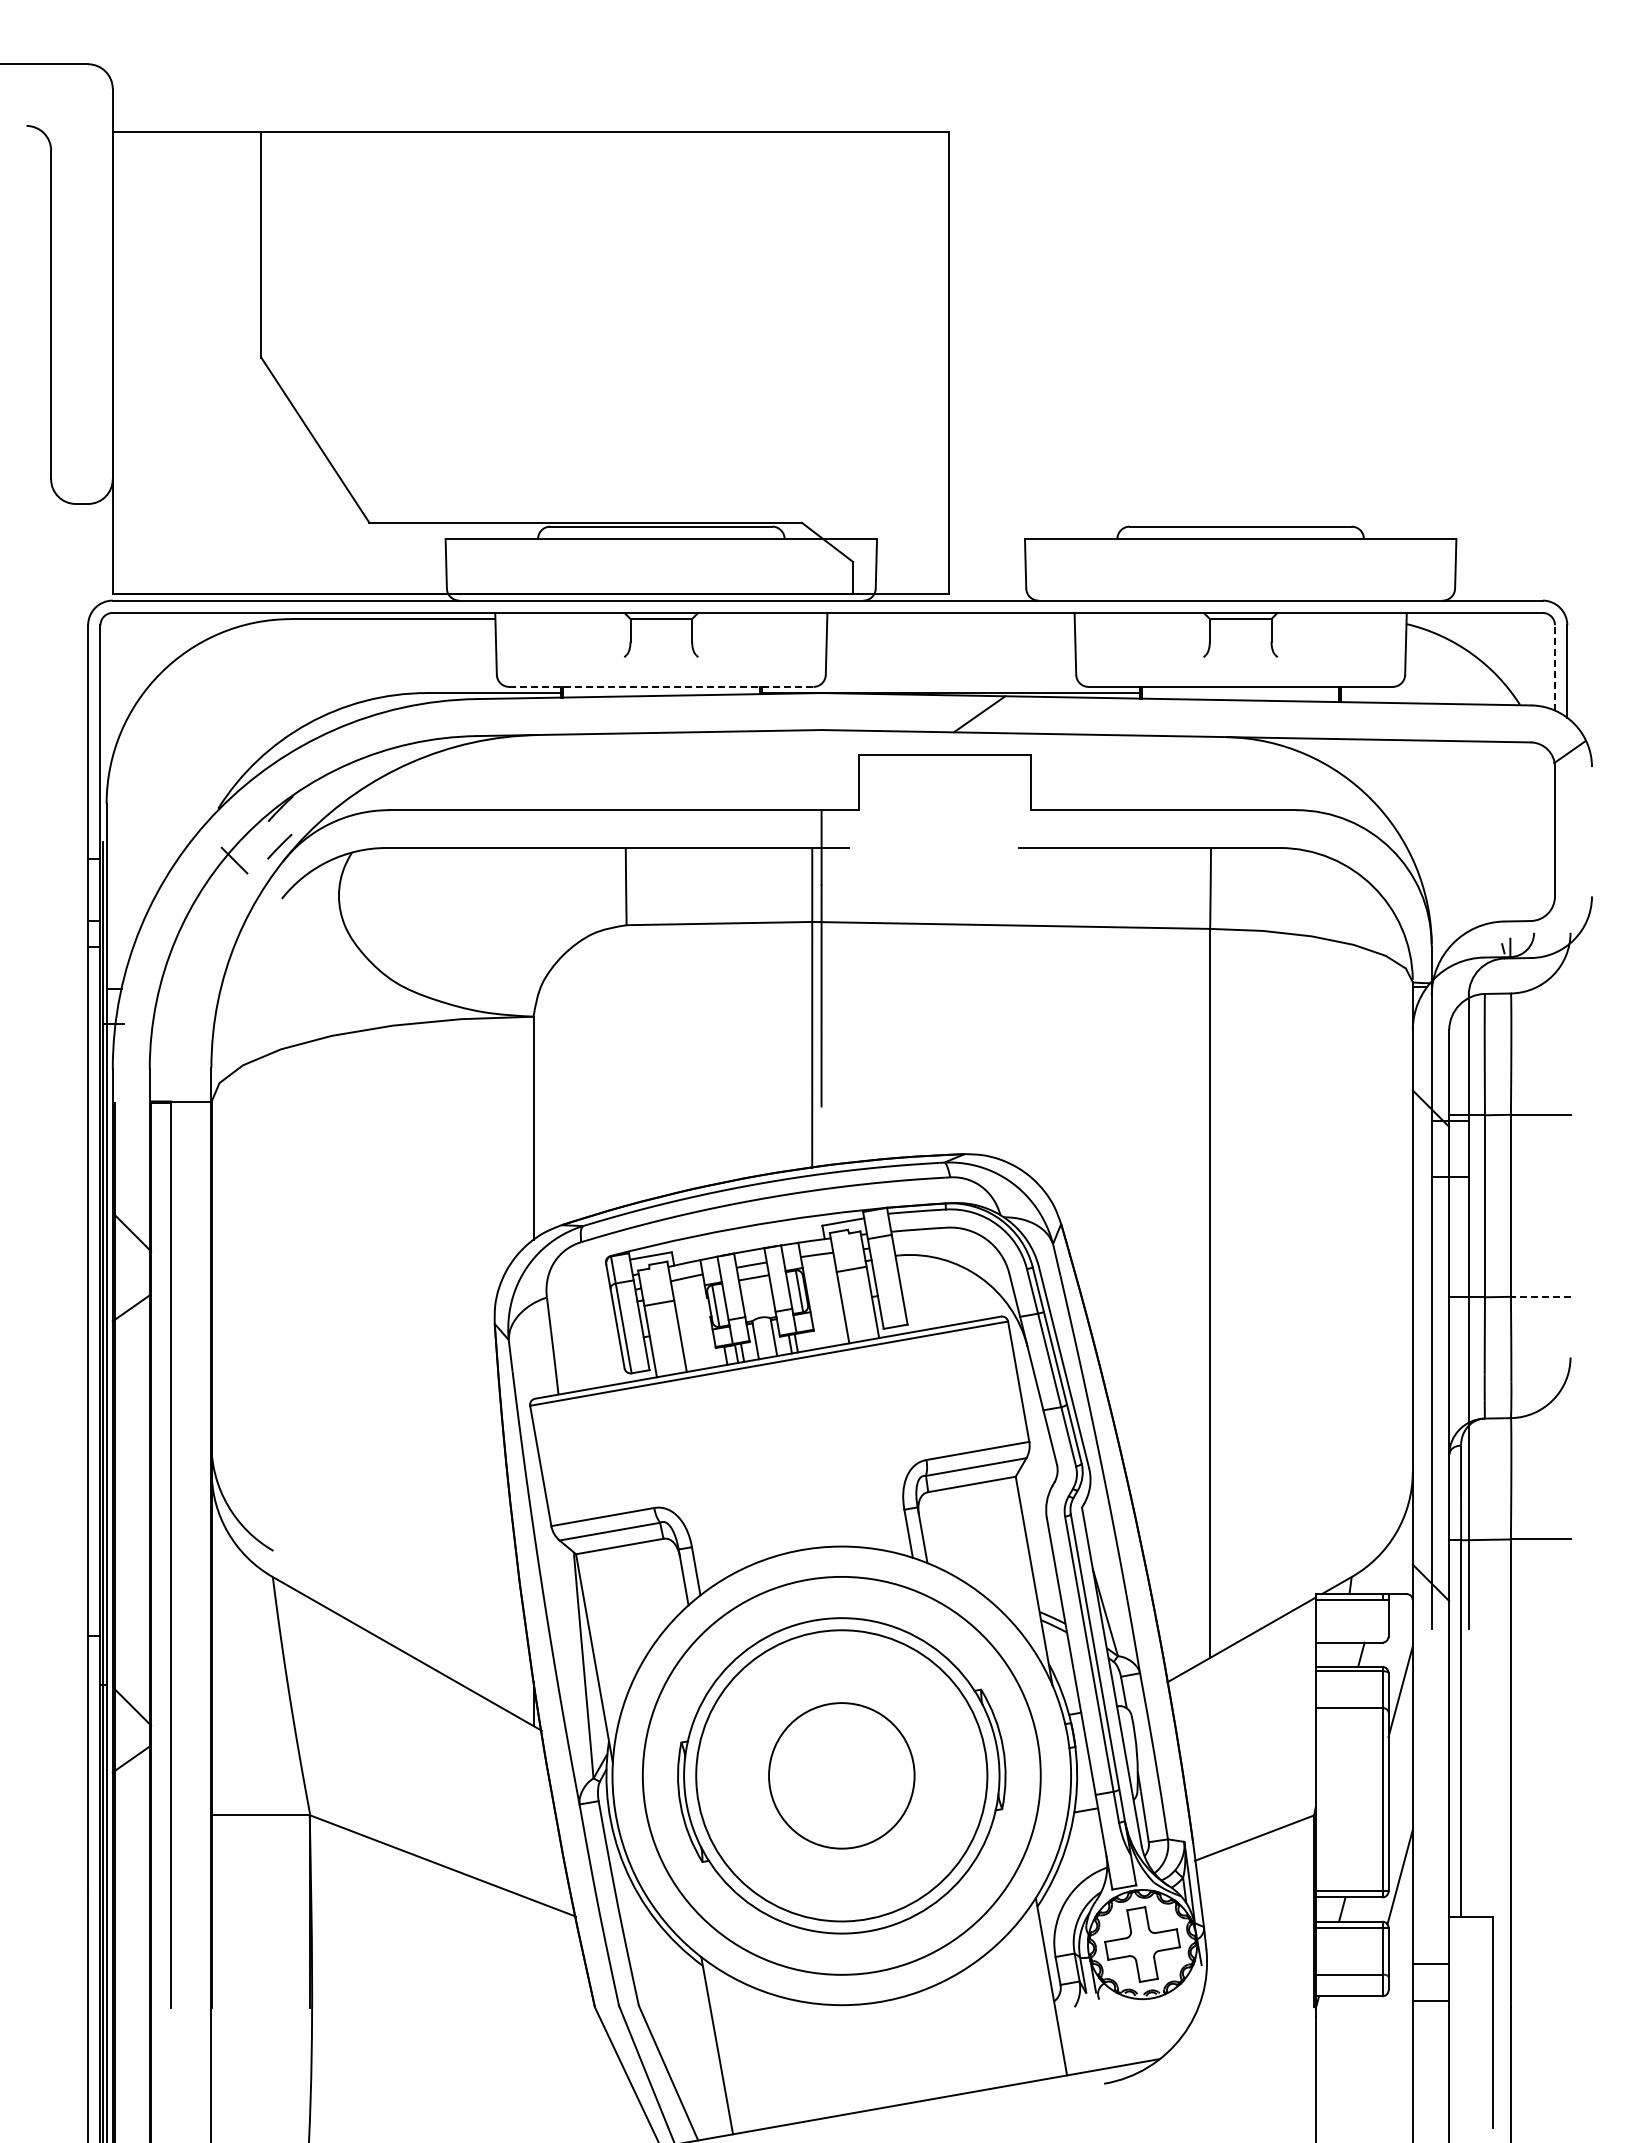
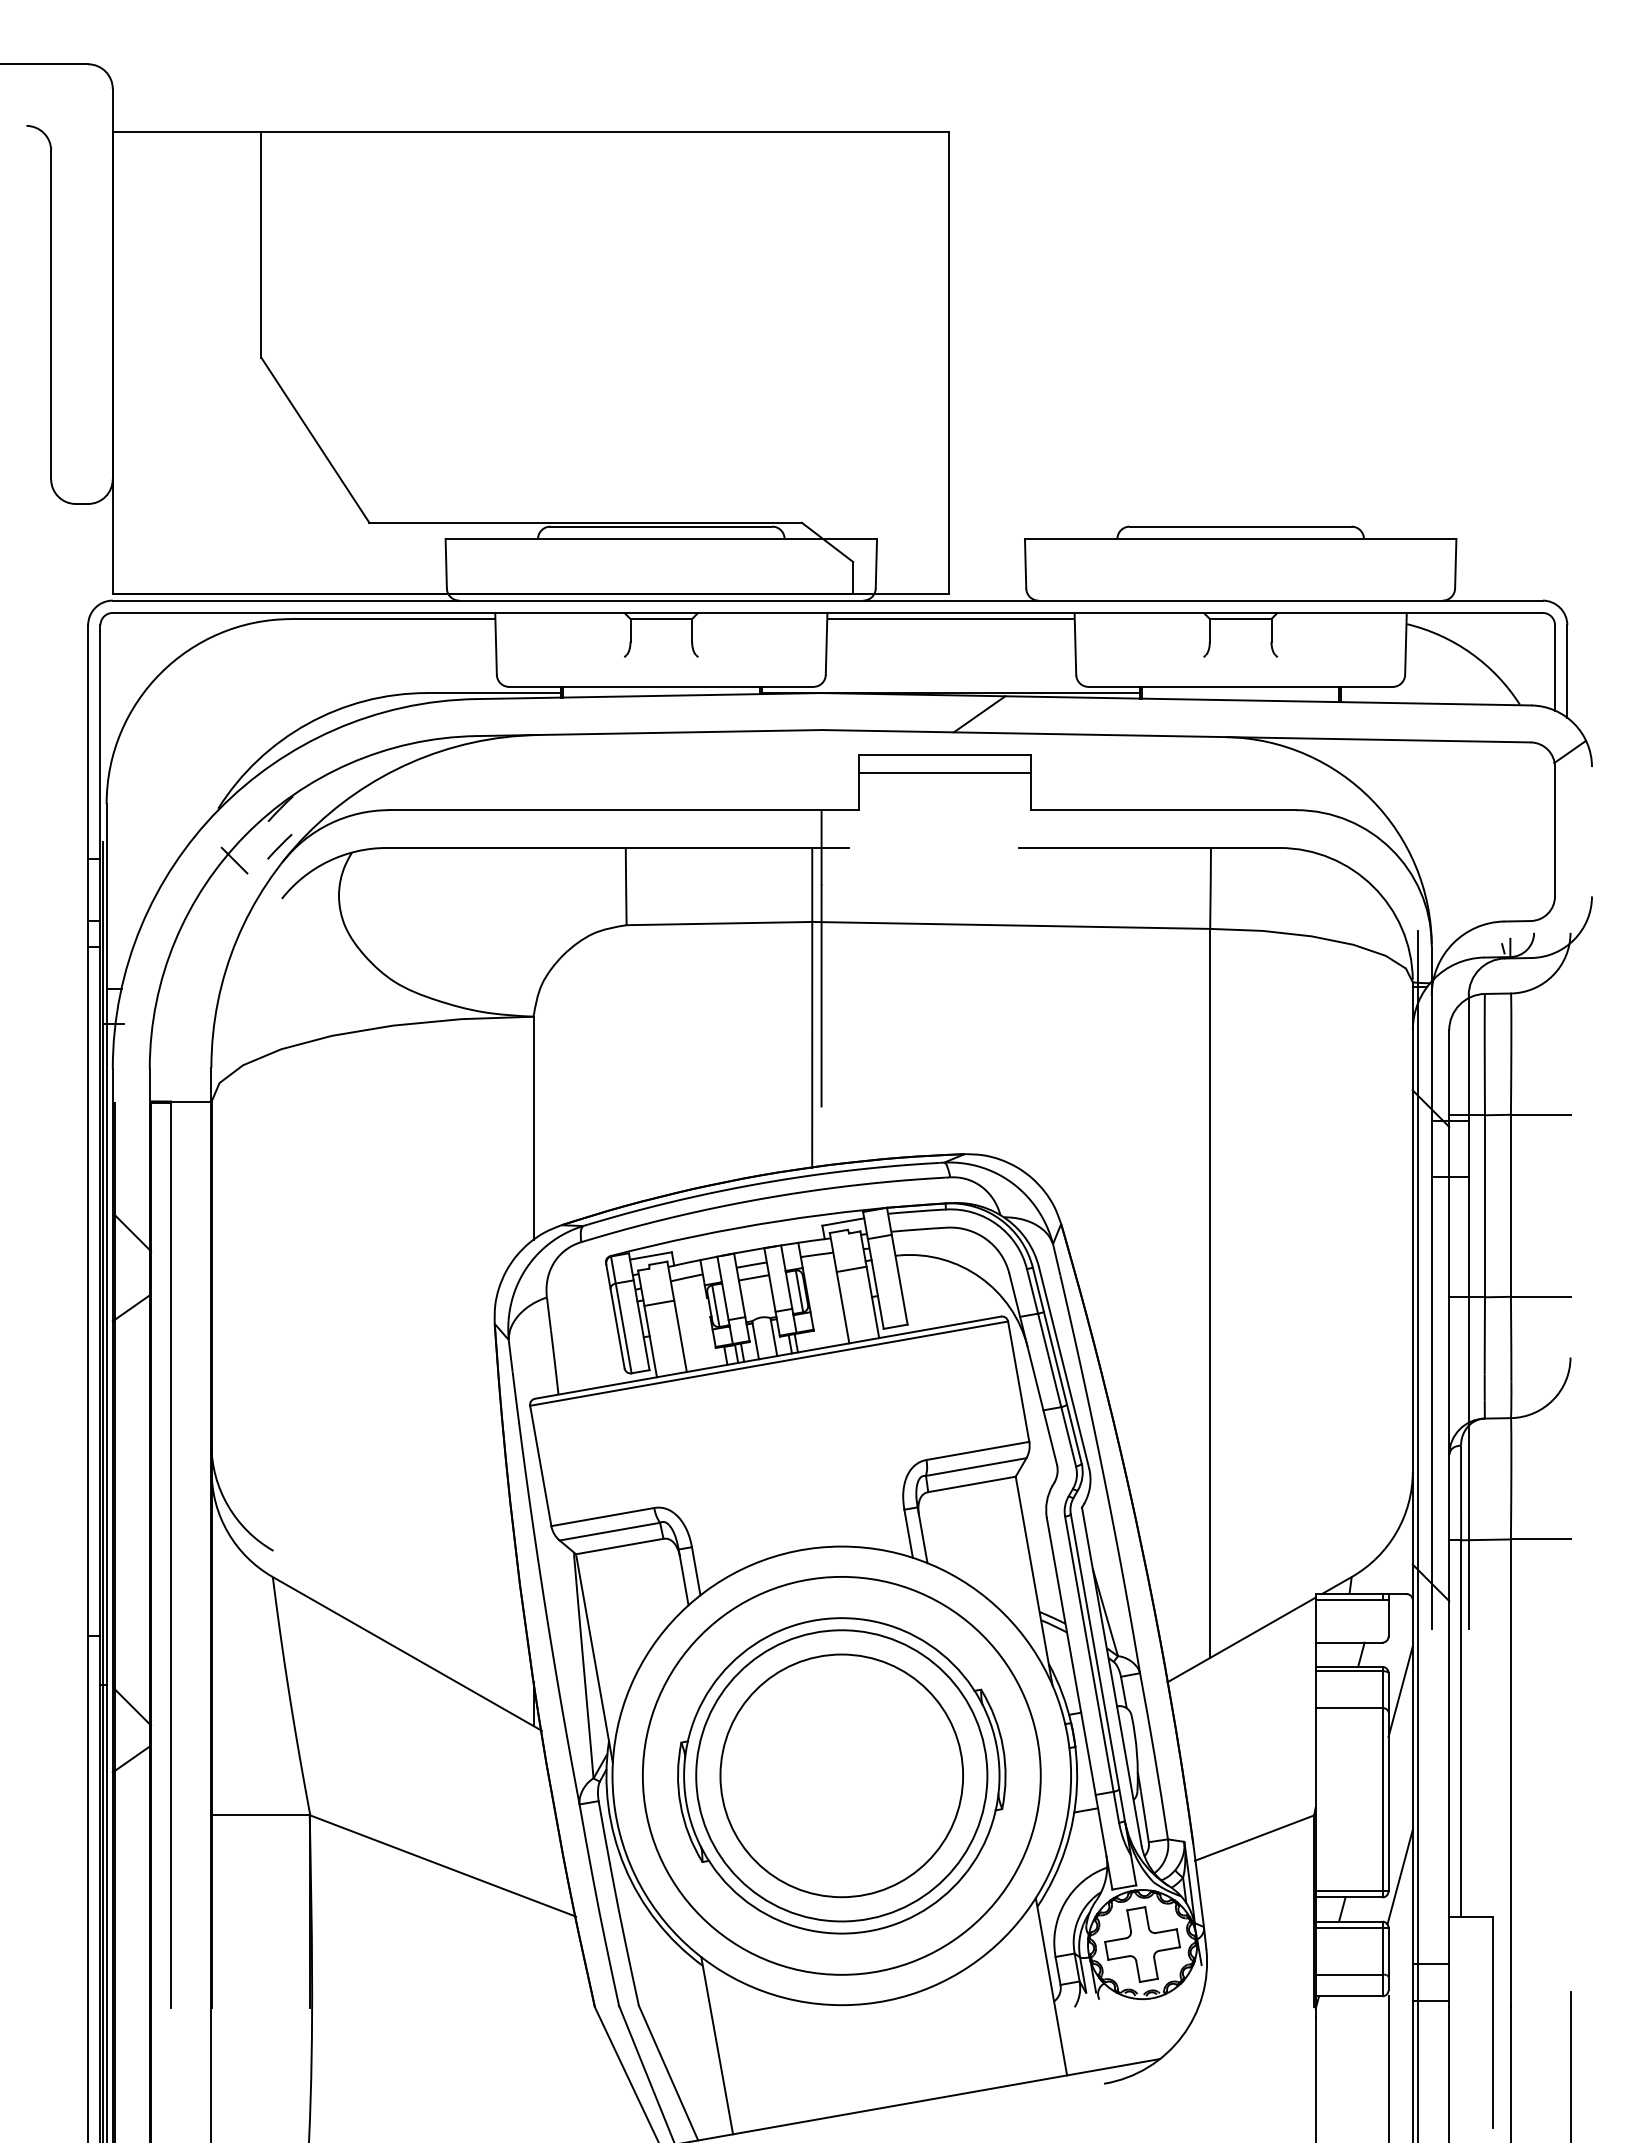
line at (950, 619): none -> present
line at (1555, 667): dashed -> solid
line at (661, 686): dashed -> solid
line at (944, 773): none -> present
line at (1540, 1296): dashed -> solid
line at (1417, 1535): none -> present
circle at (841, 1775) diameter: 146 px -> 243 px
line at (1570, 2065): none -> present
line at (1388, 2067): none -> present
